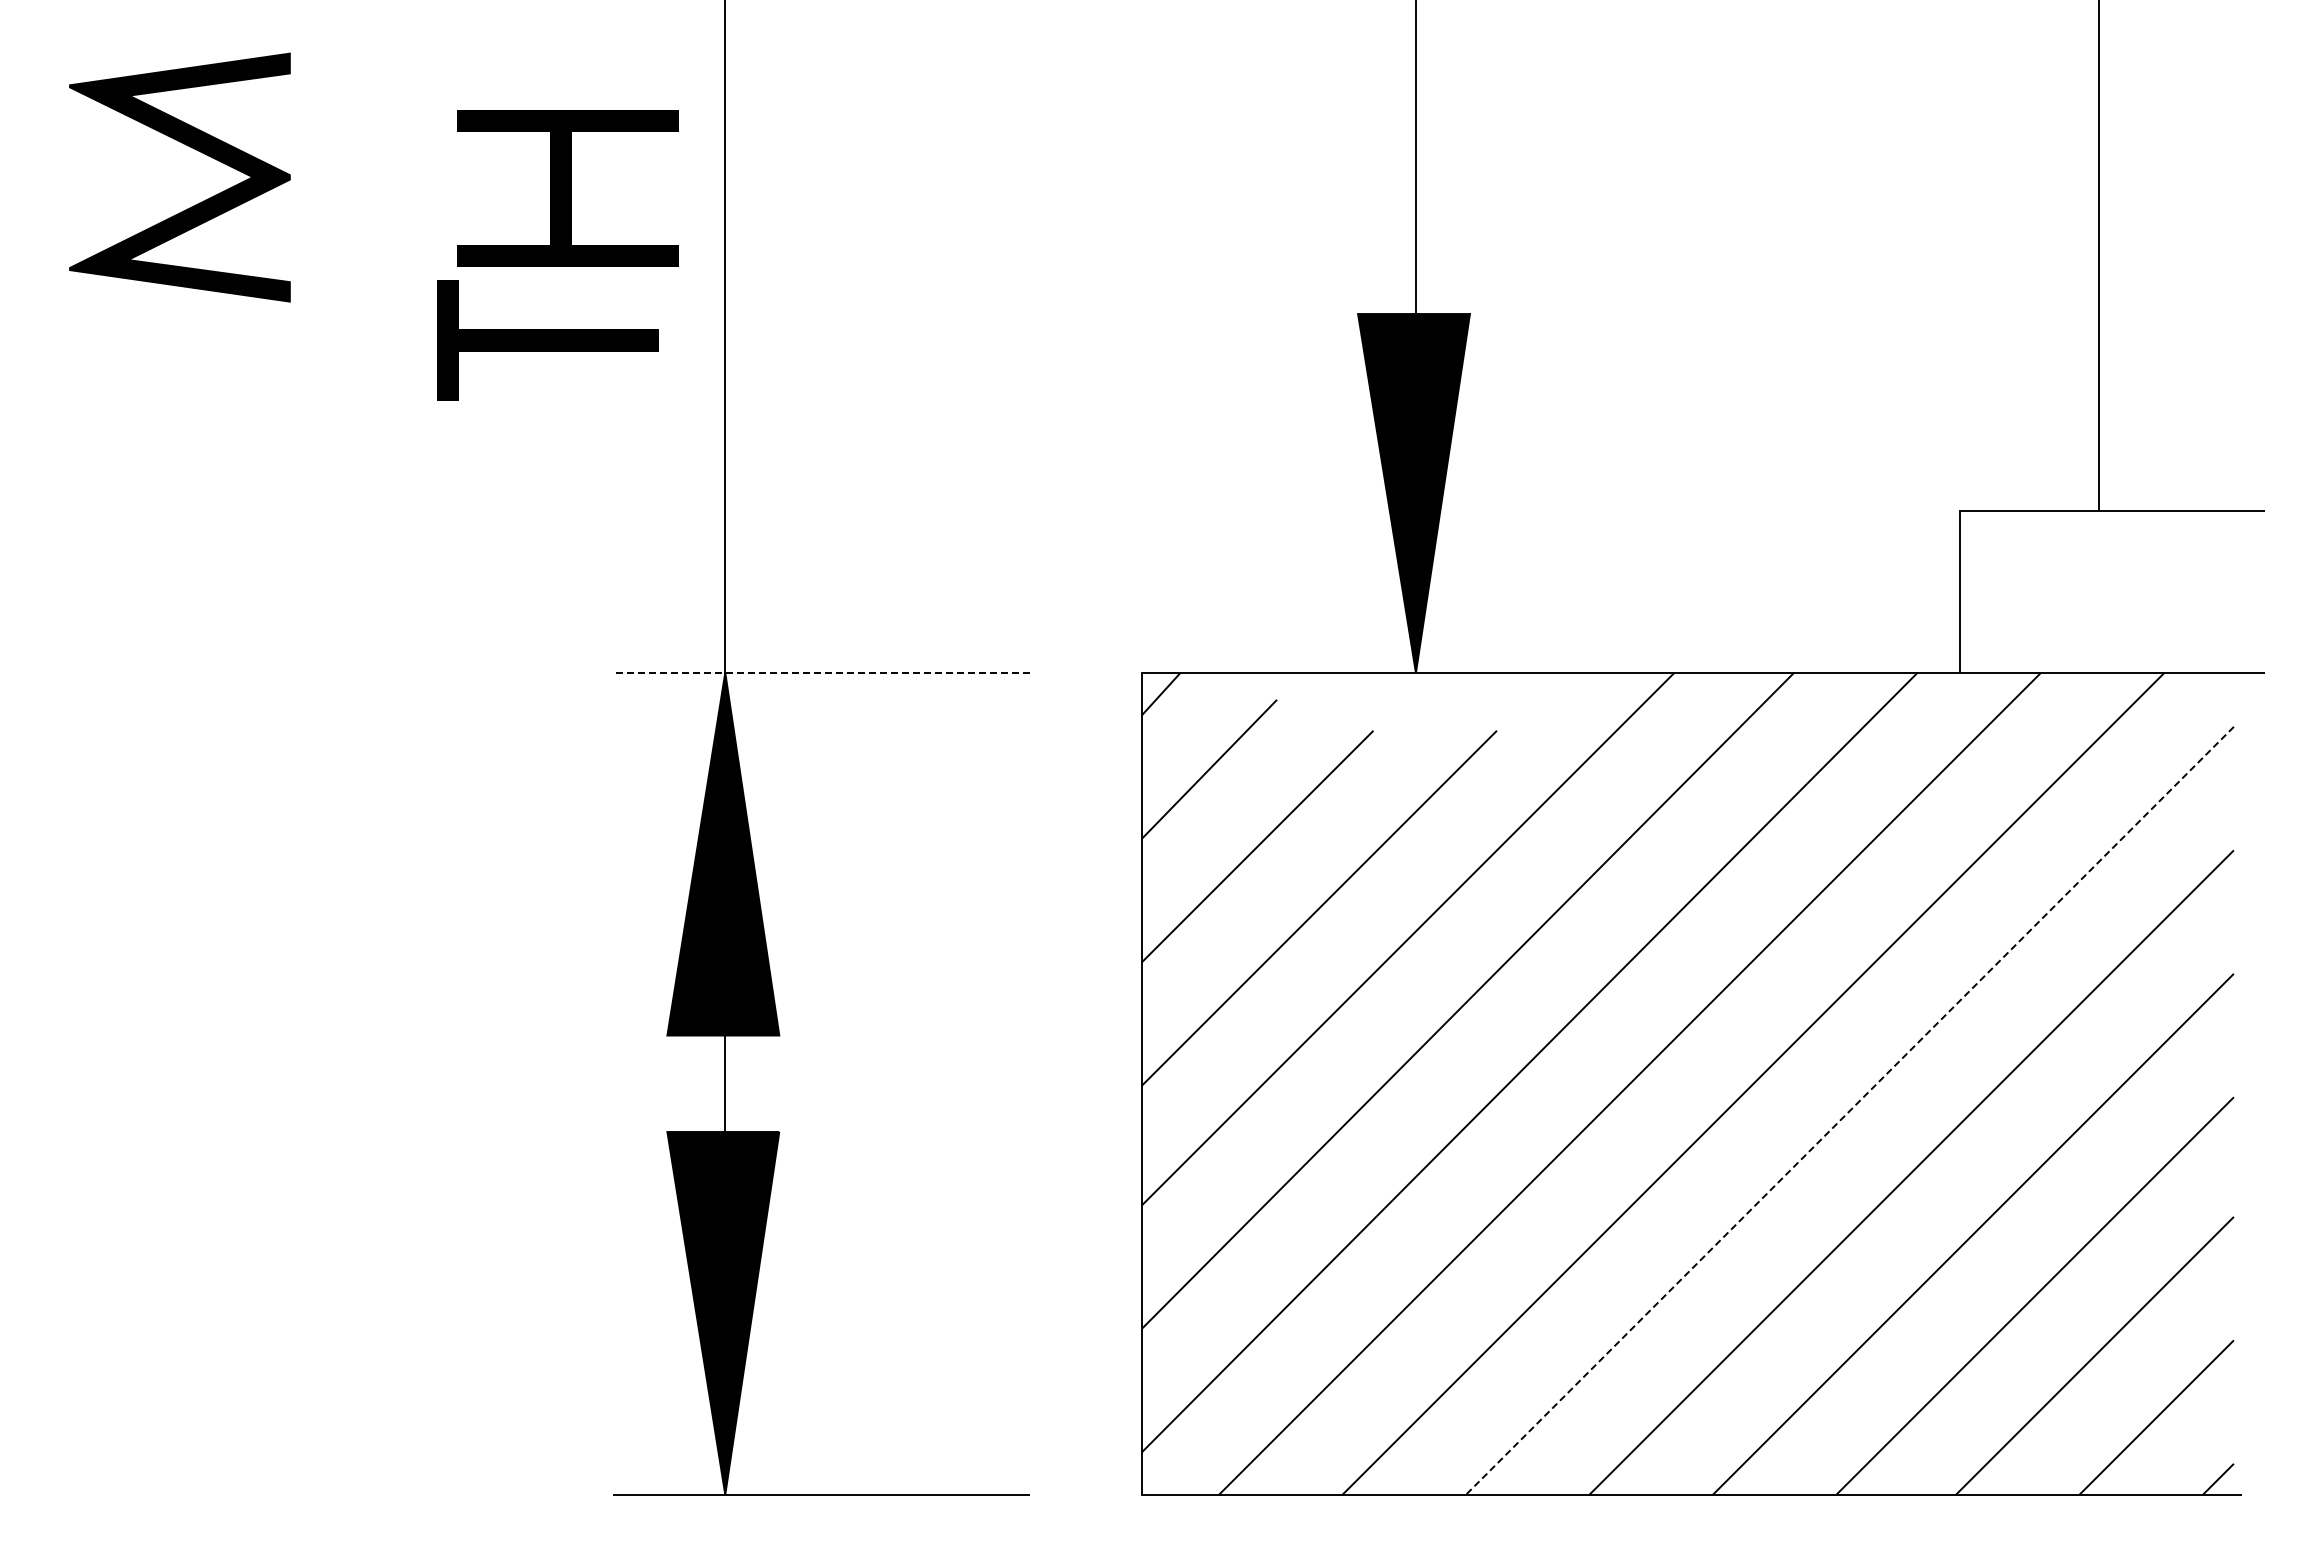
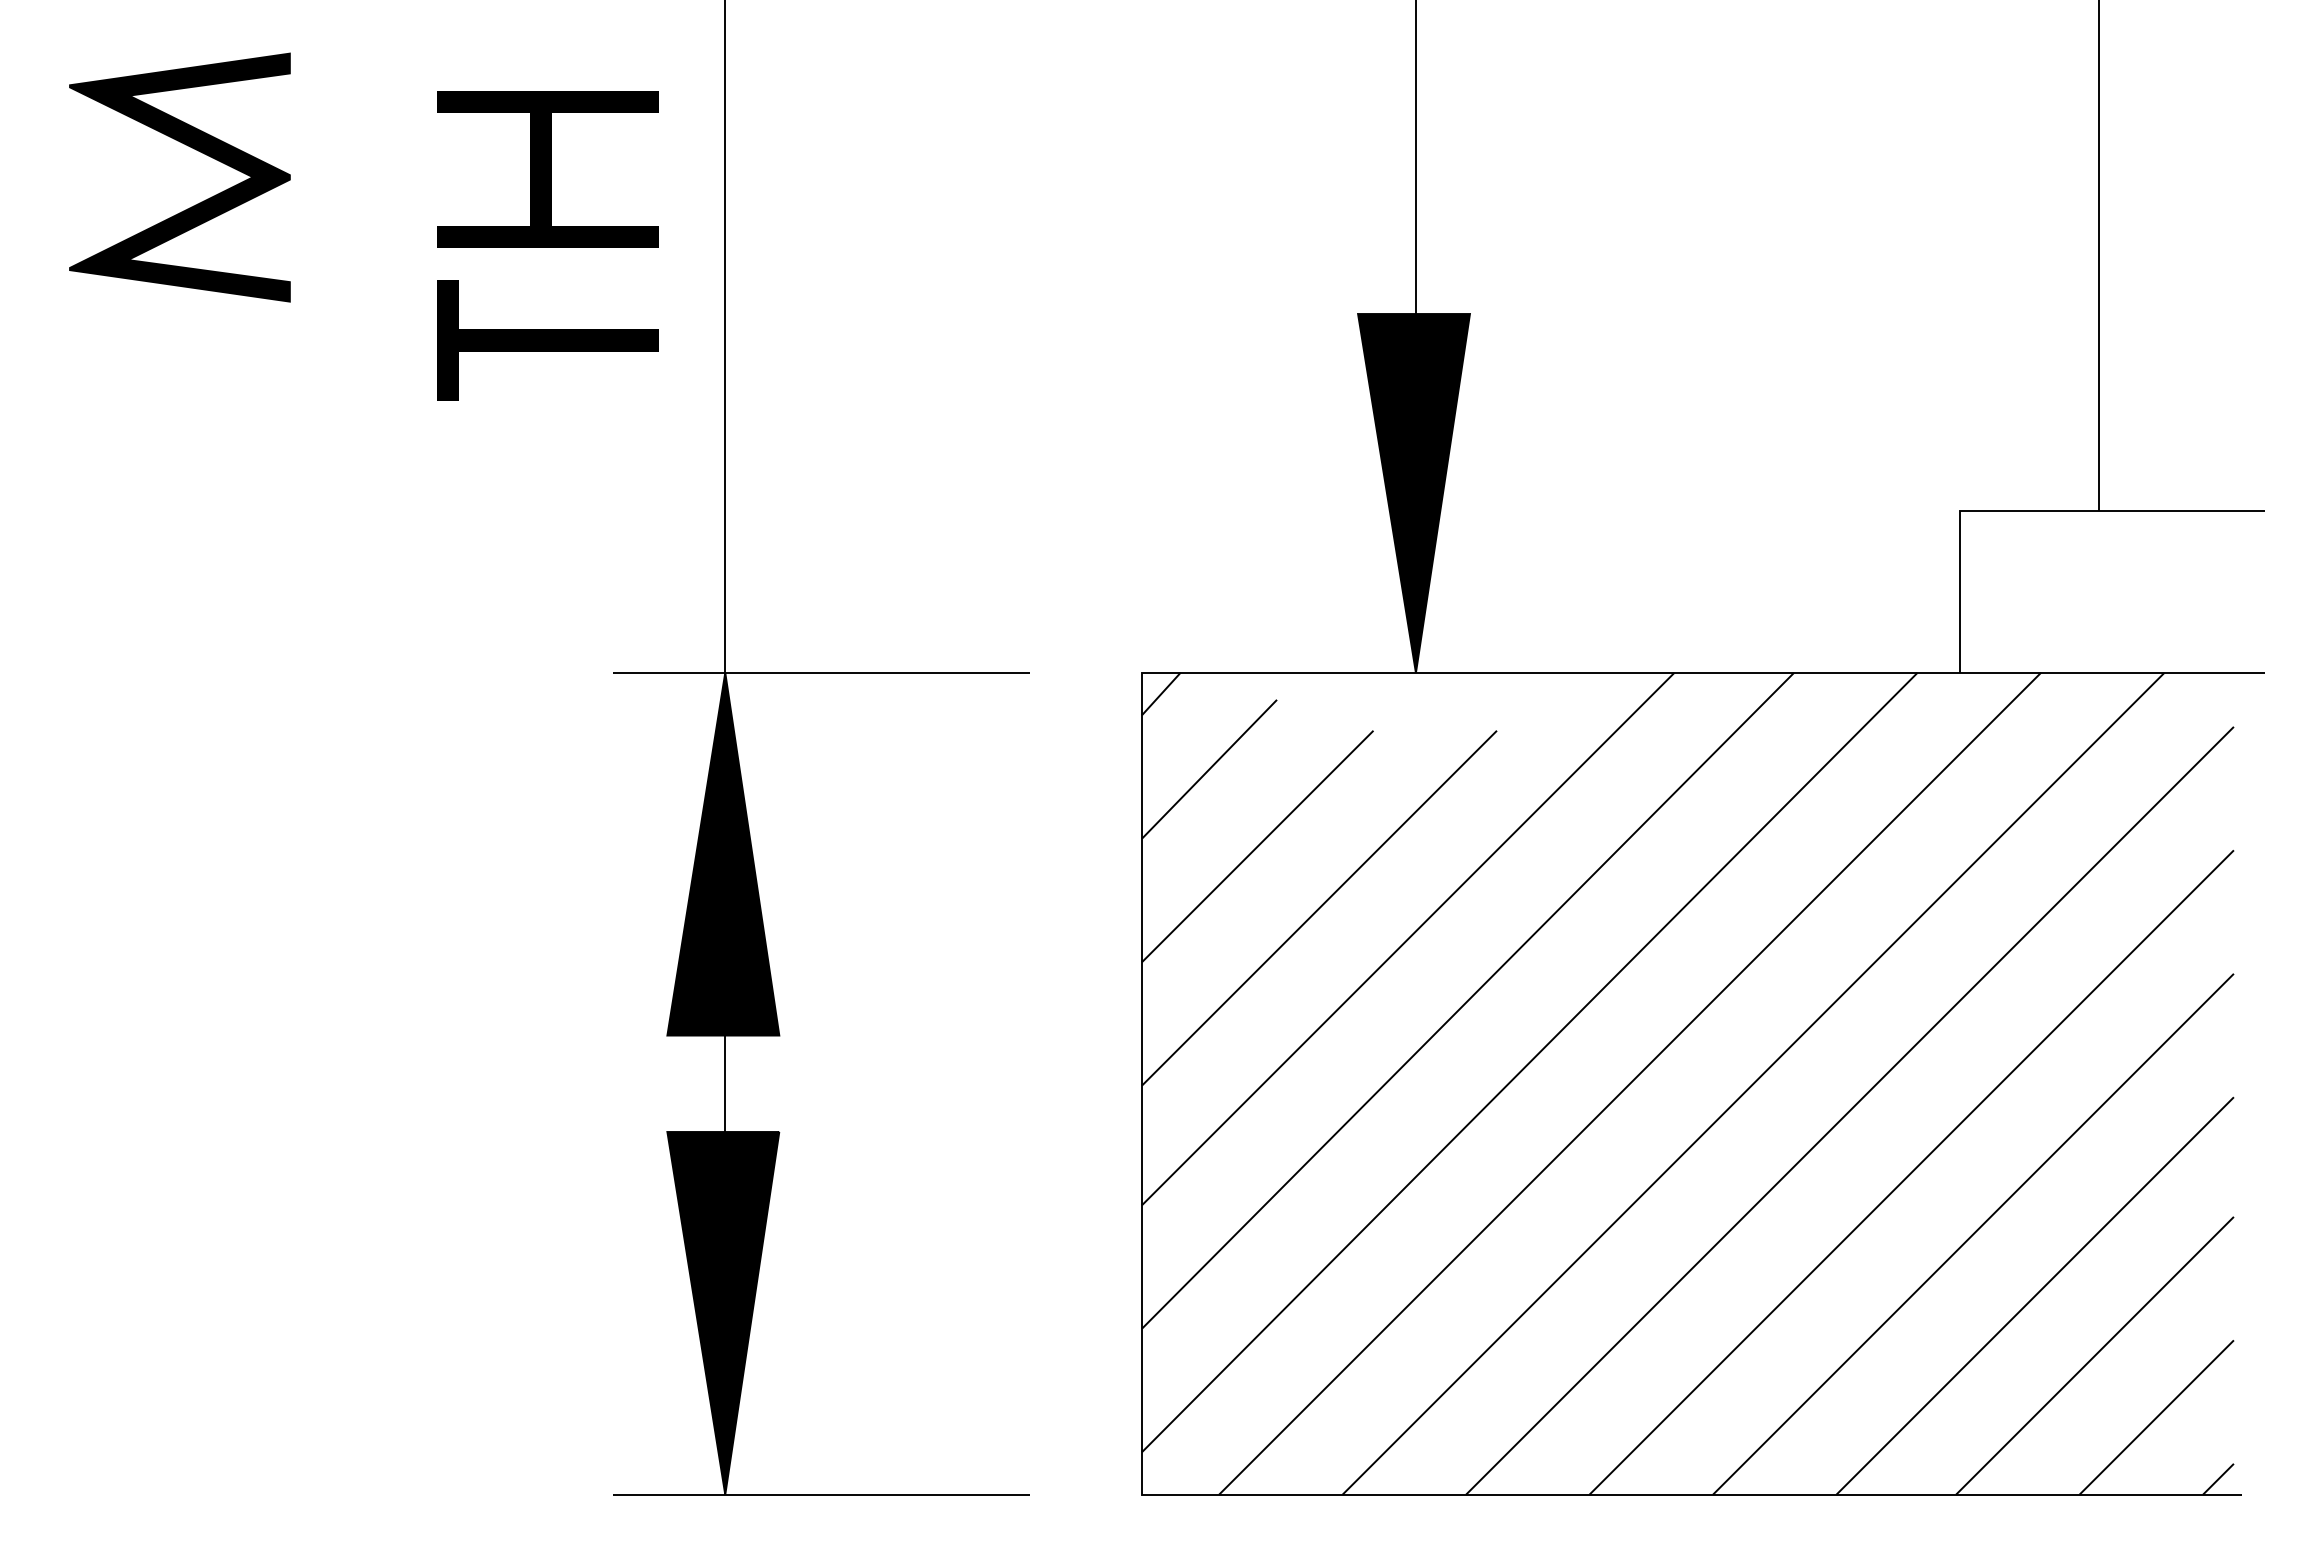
part at (567, 188) position: (567, 188) -> (547, 169)
line at (821, 672): dashed -> solid
line at (1850, 1110): dashed -> solid
